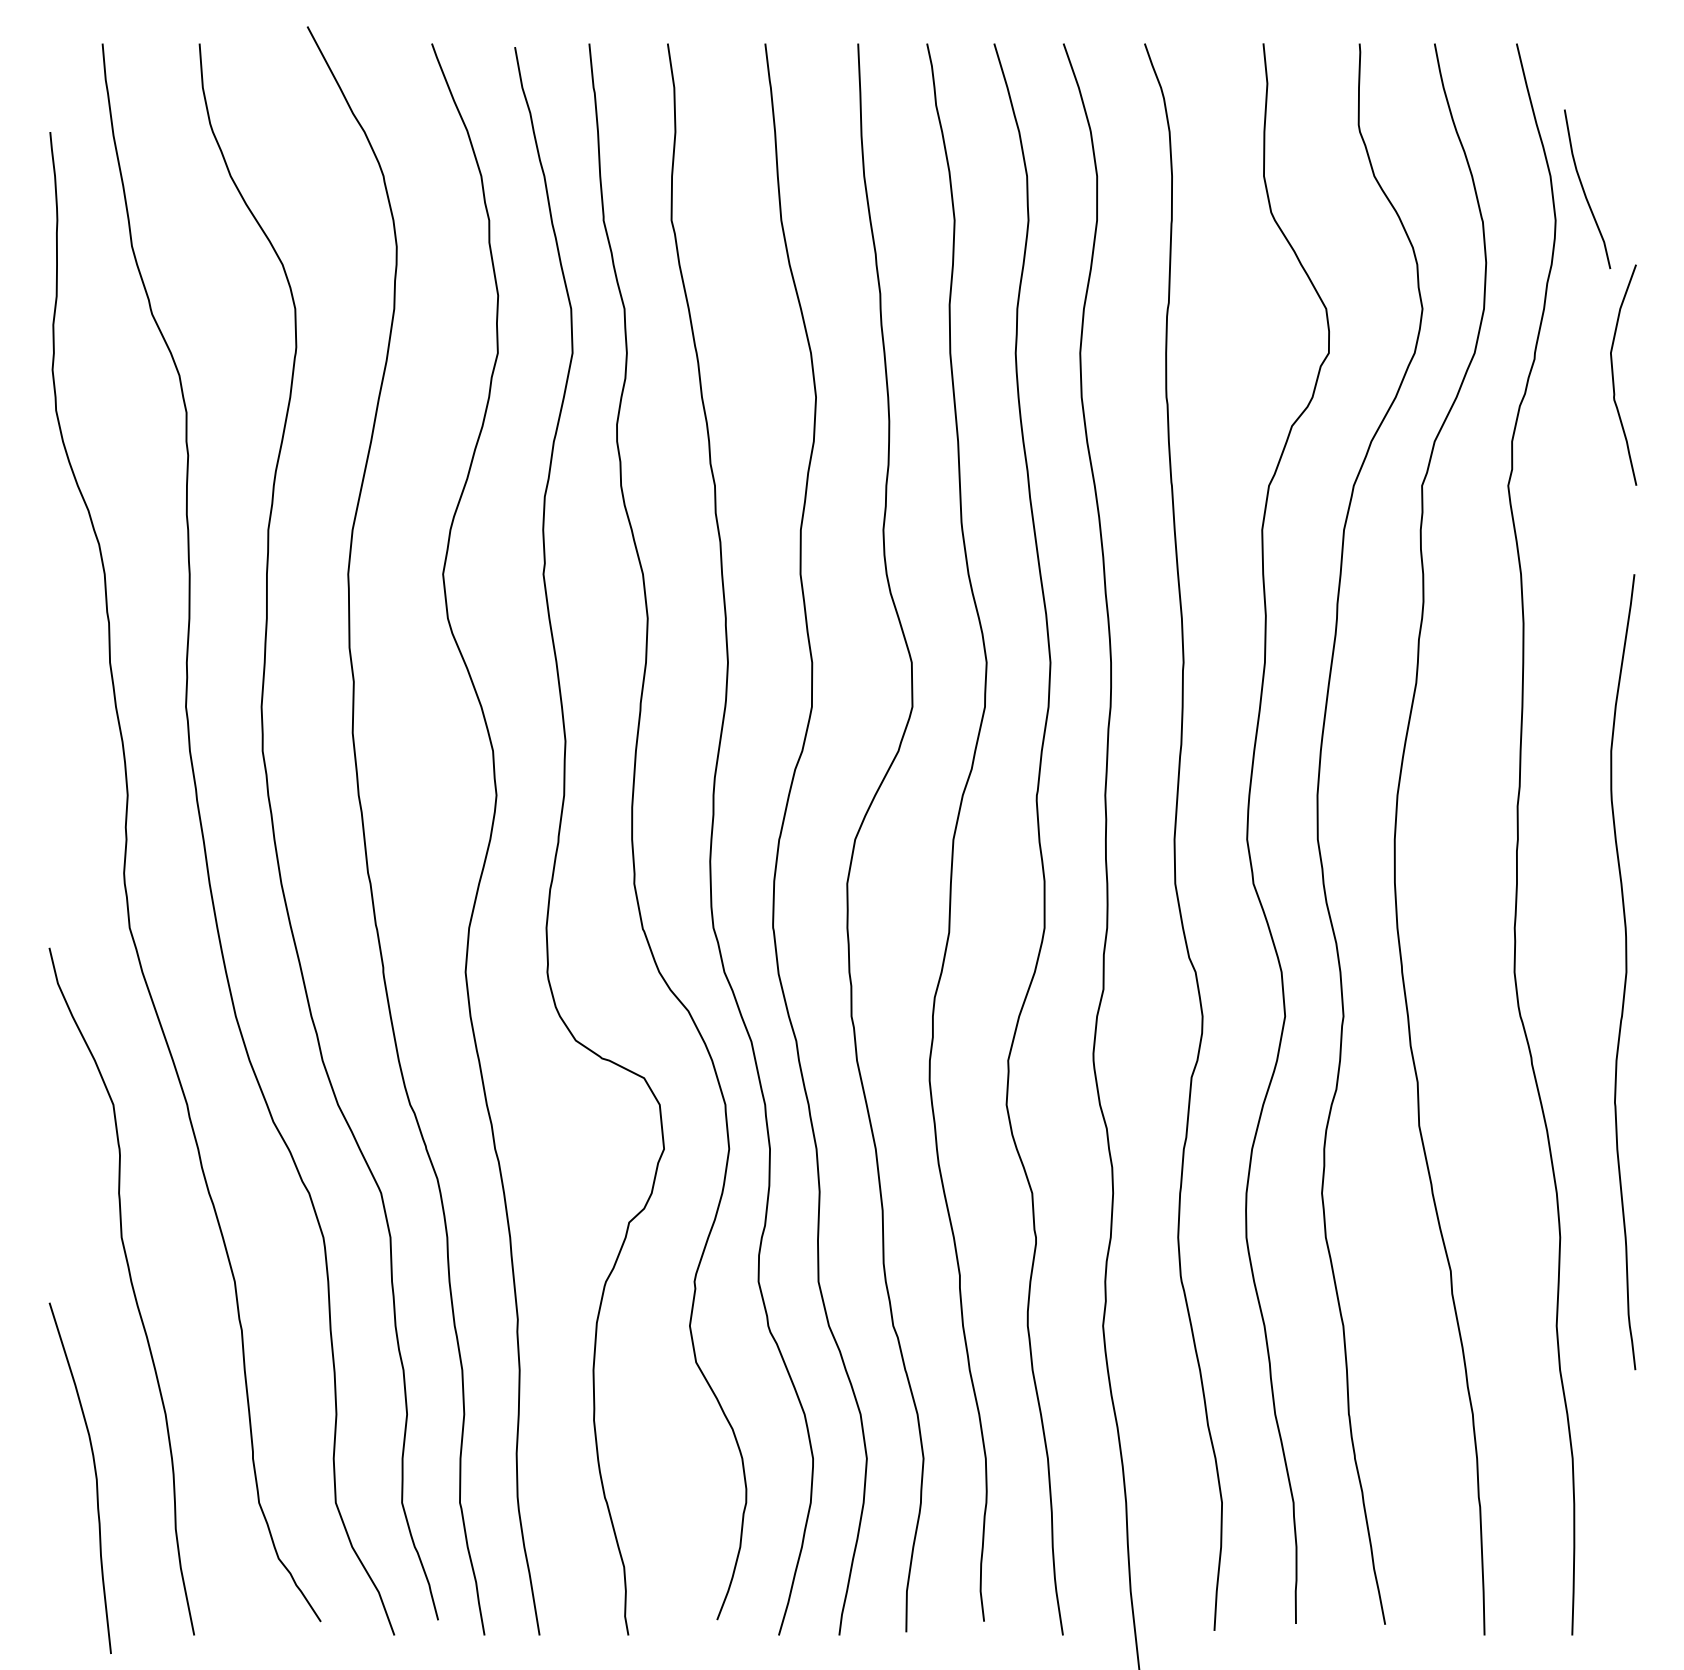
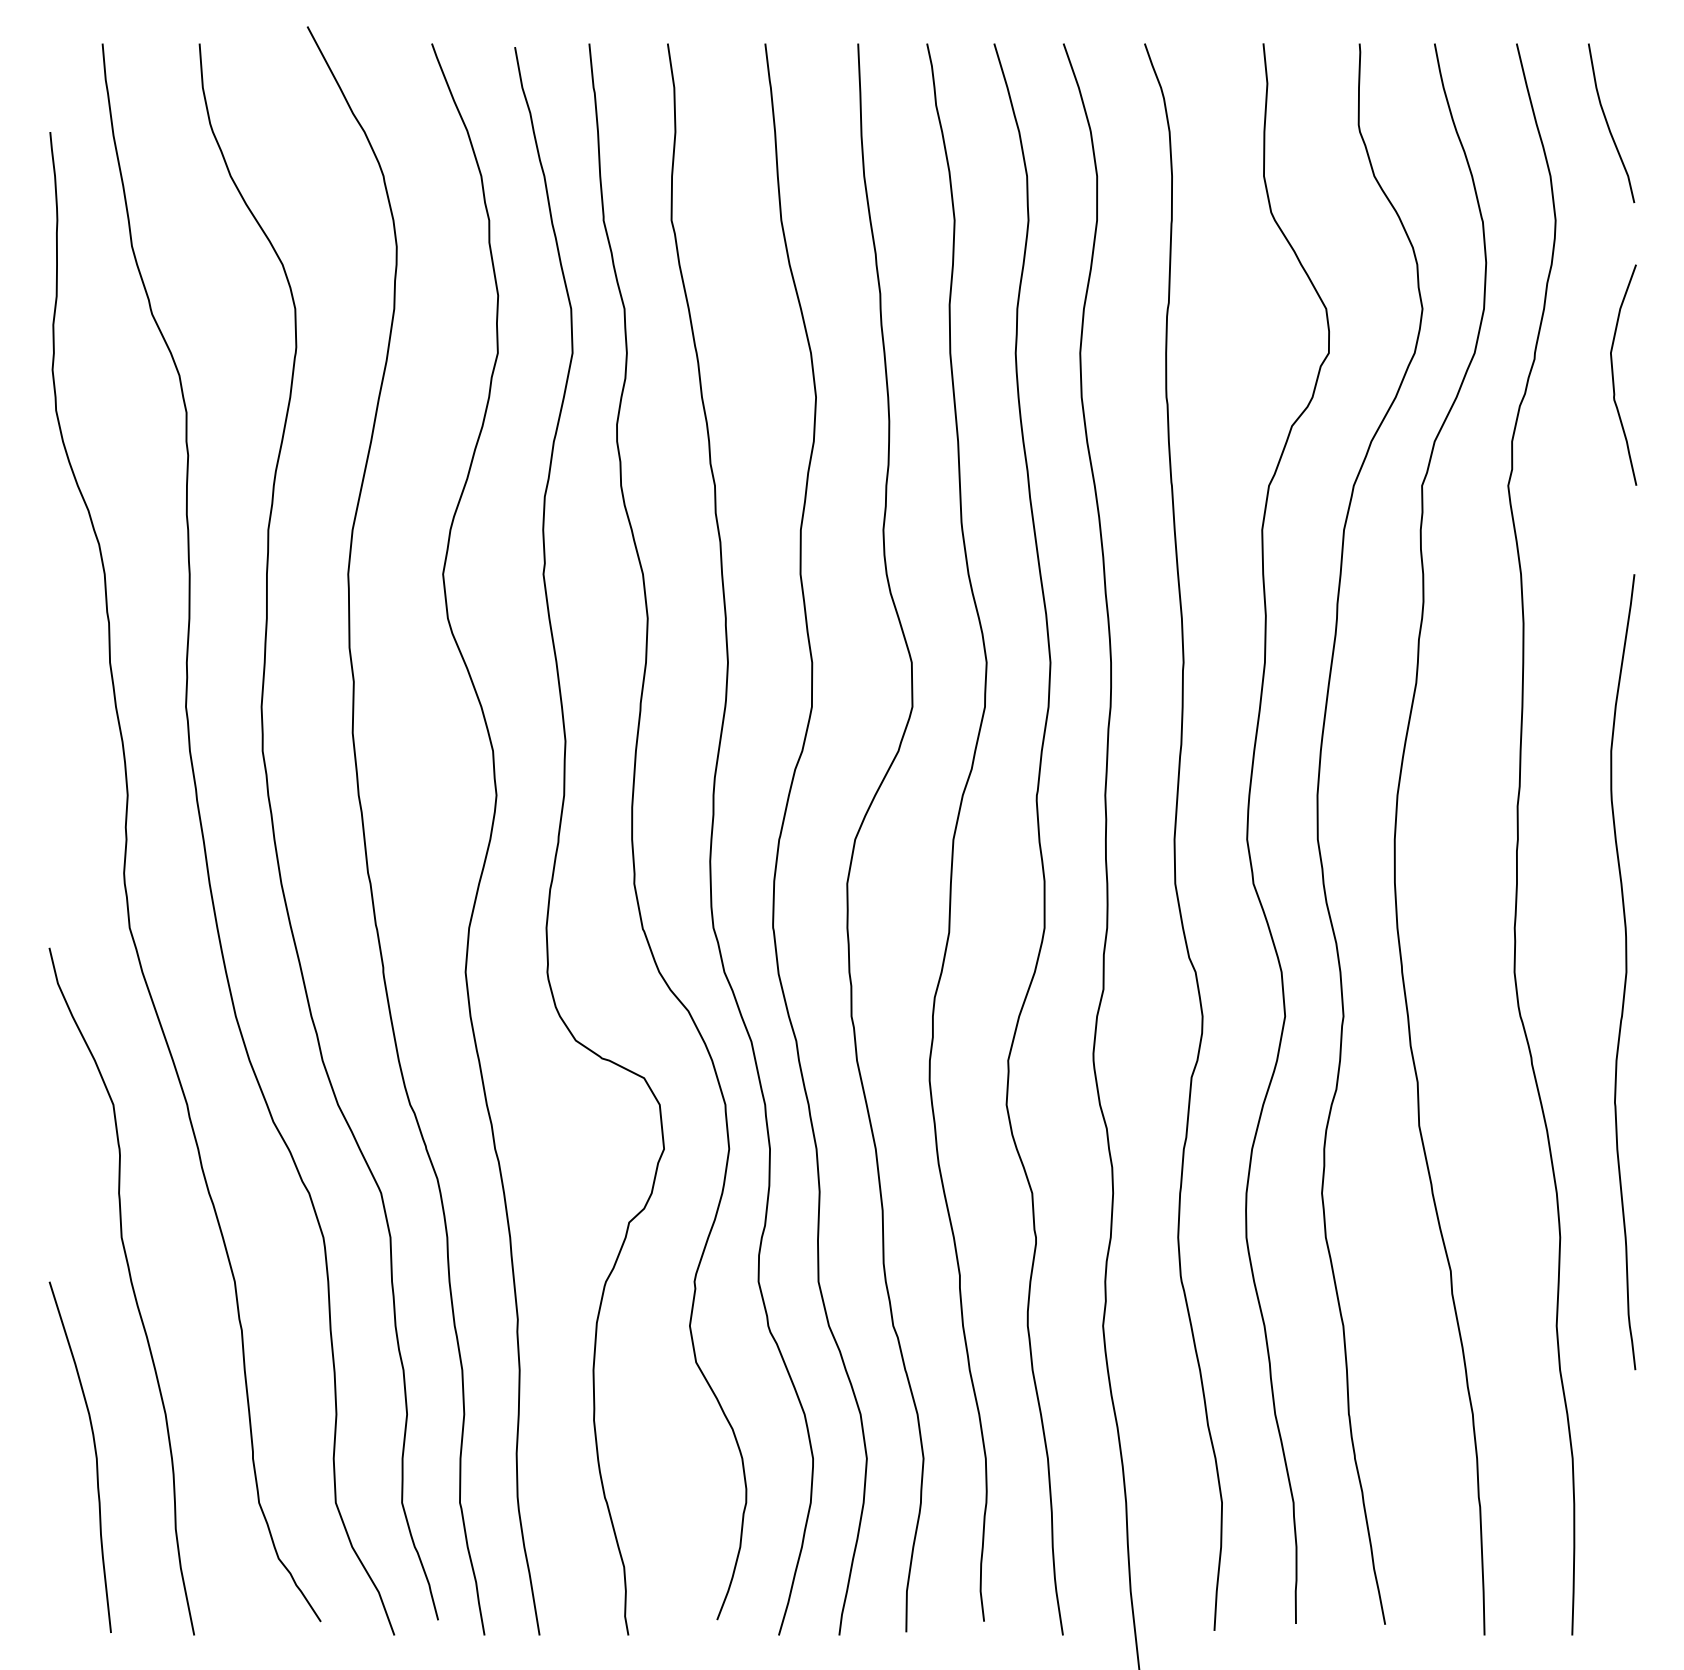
curve at (1584, 189) position: (1584, 189) -> (1608, 123)
curve at (94, 1472) position: (94, 1472) -> (94, 1451)
